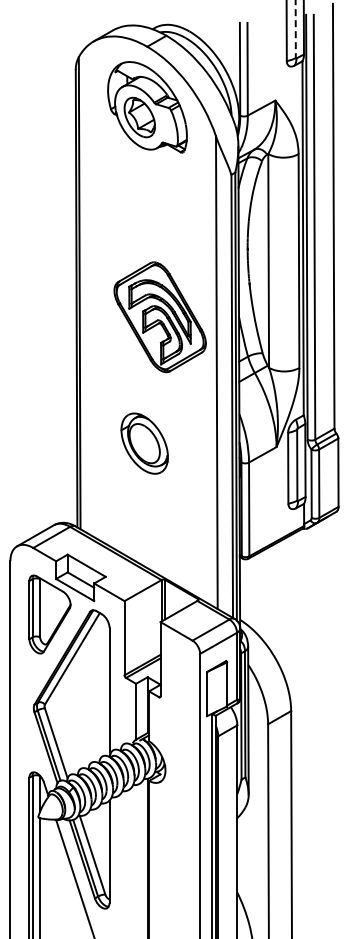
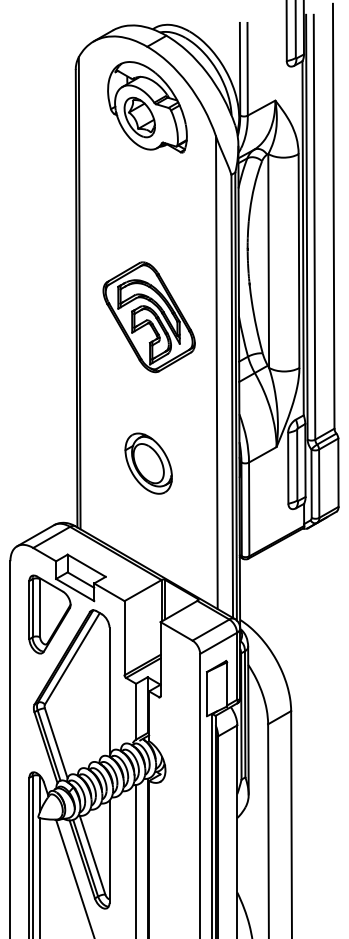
line at (295, 29): dashed -> solid
part at (159, 317) position: (159, 317) -> (148, 317)
part at (144, 443) position: (144, 443) -> (148, 463)
line at (136, 860): none -> present
